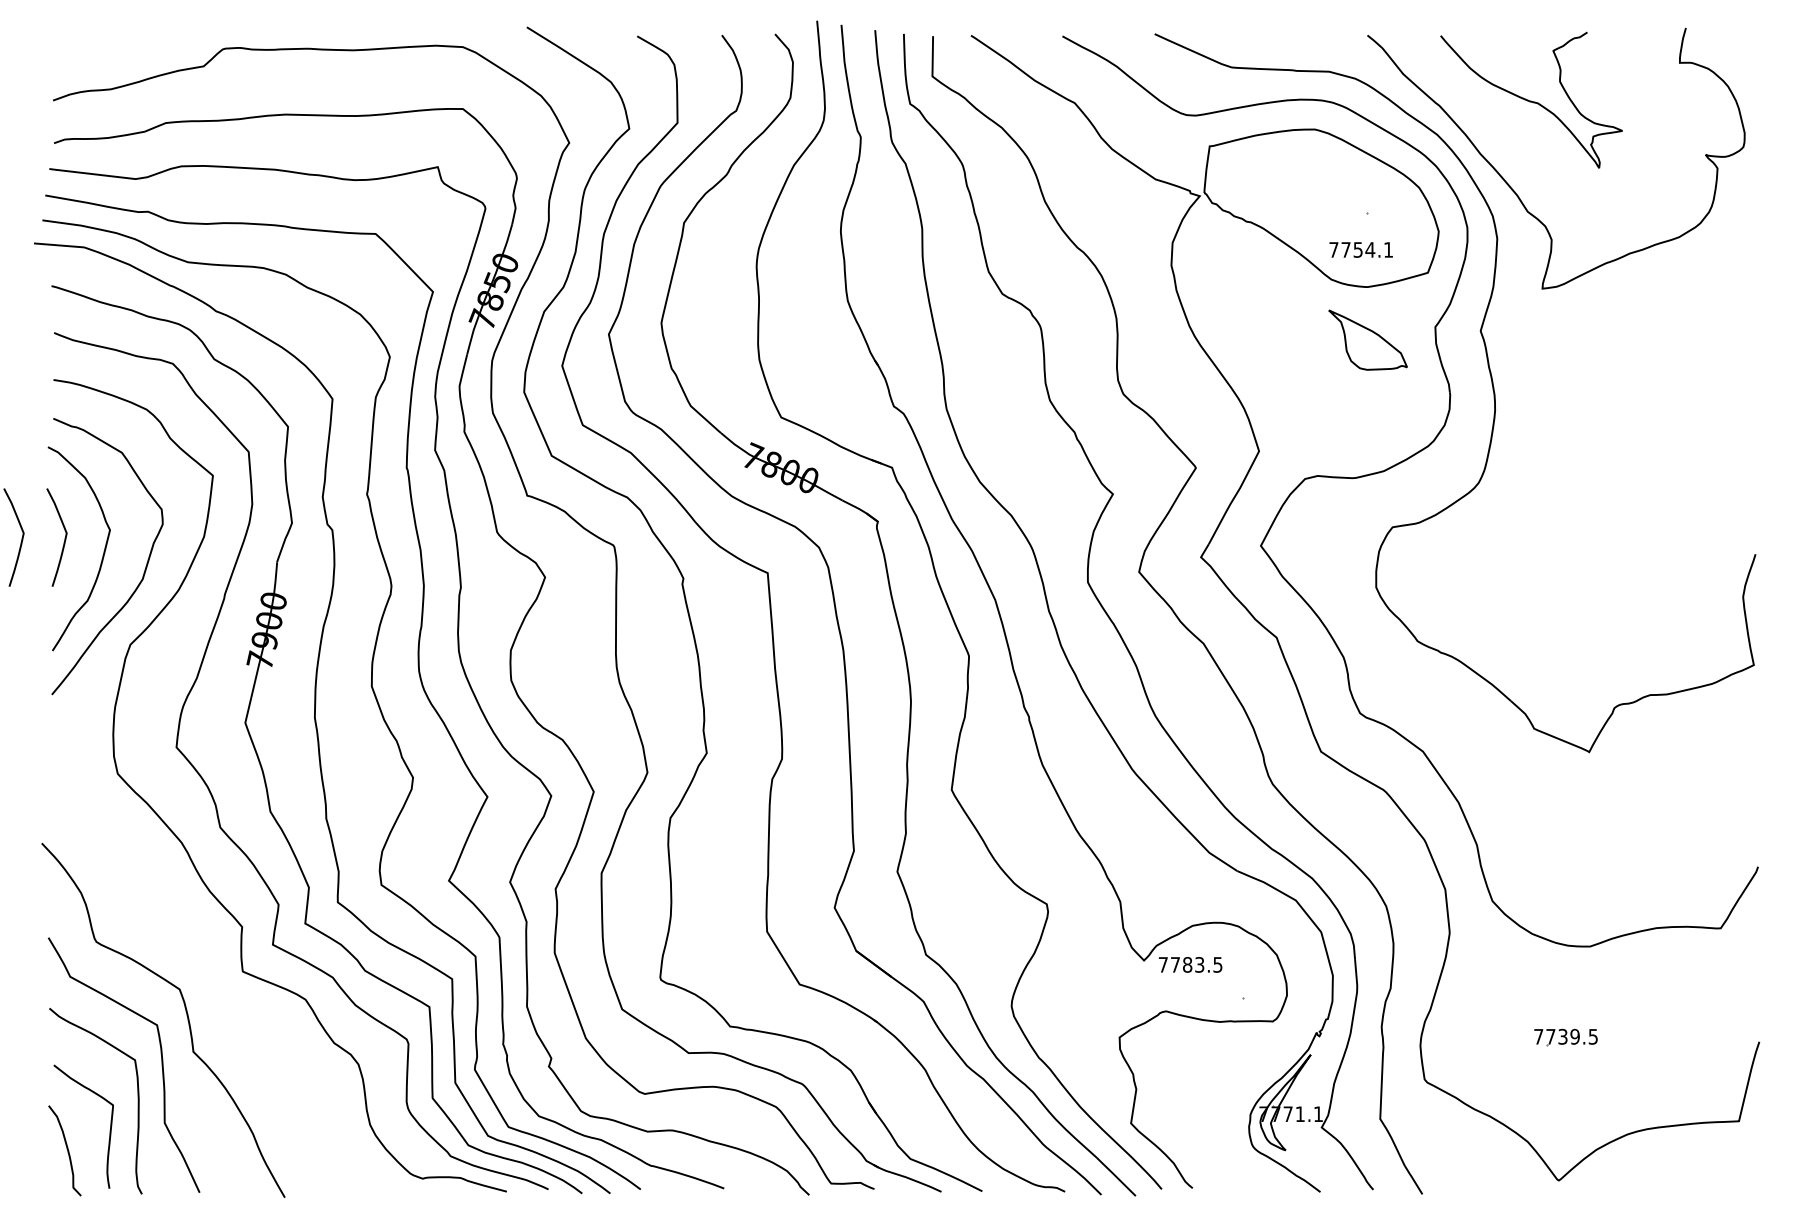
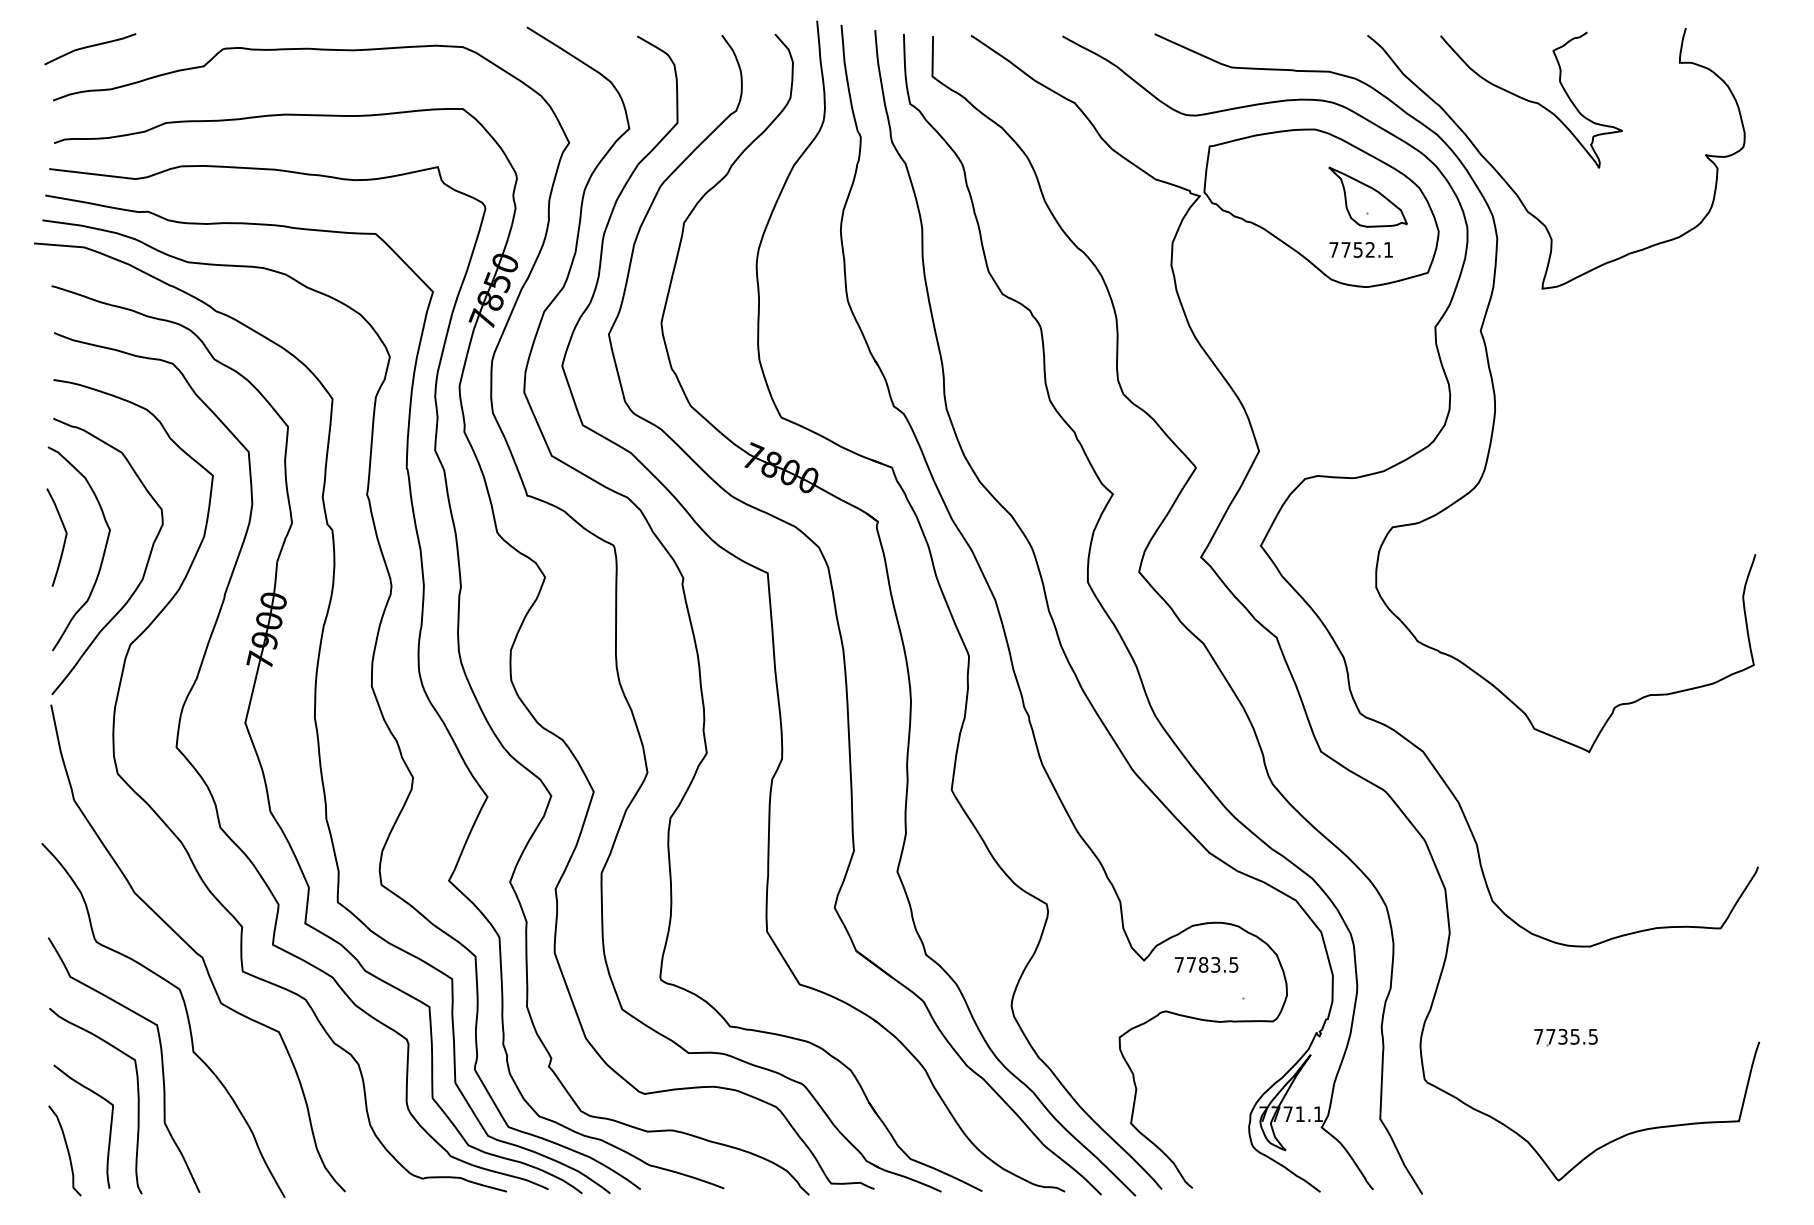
curve at (90, 47): none -> present
text at (1370, 249): 7754.1 -> 7752.1
part at (1367, 339) position: (1367, 339) -> (1367, 196)
curve at (21, 537): present -> none
curve at (195, 950): none -> present
text at (1190, 964) position: (1190, 964) -> (1206, 964)
text at (1574, 1036): 7739.5 -> 7735.5
